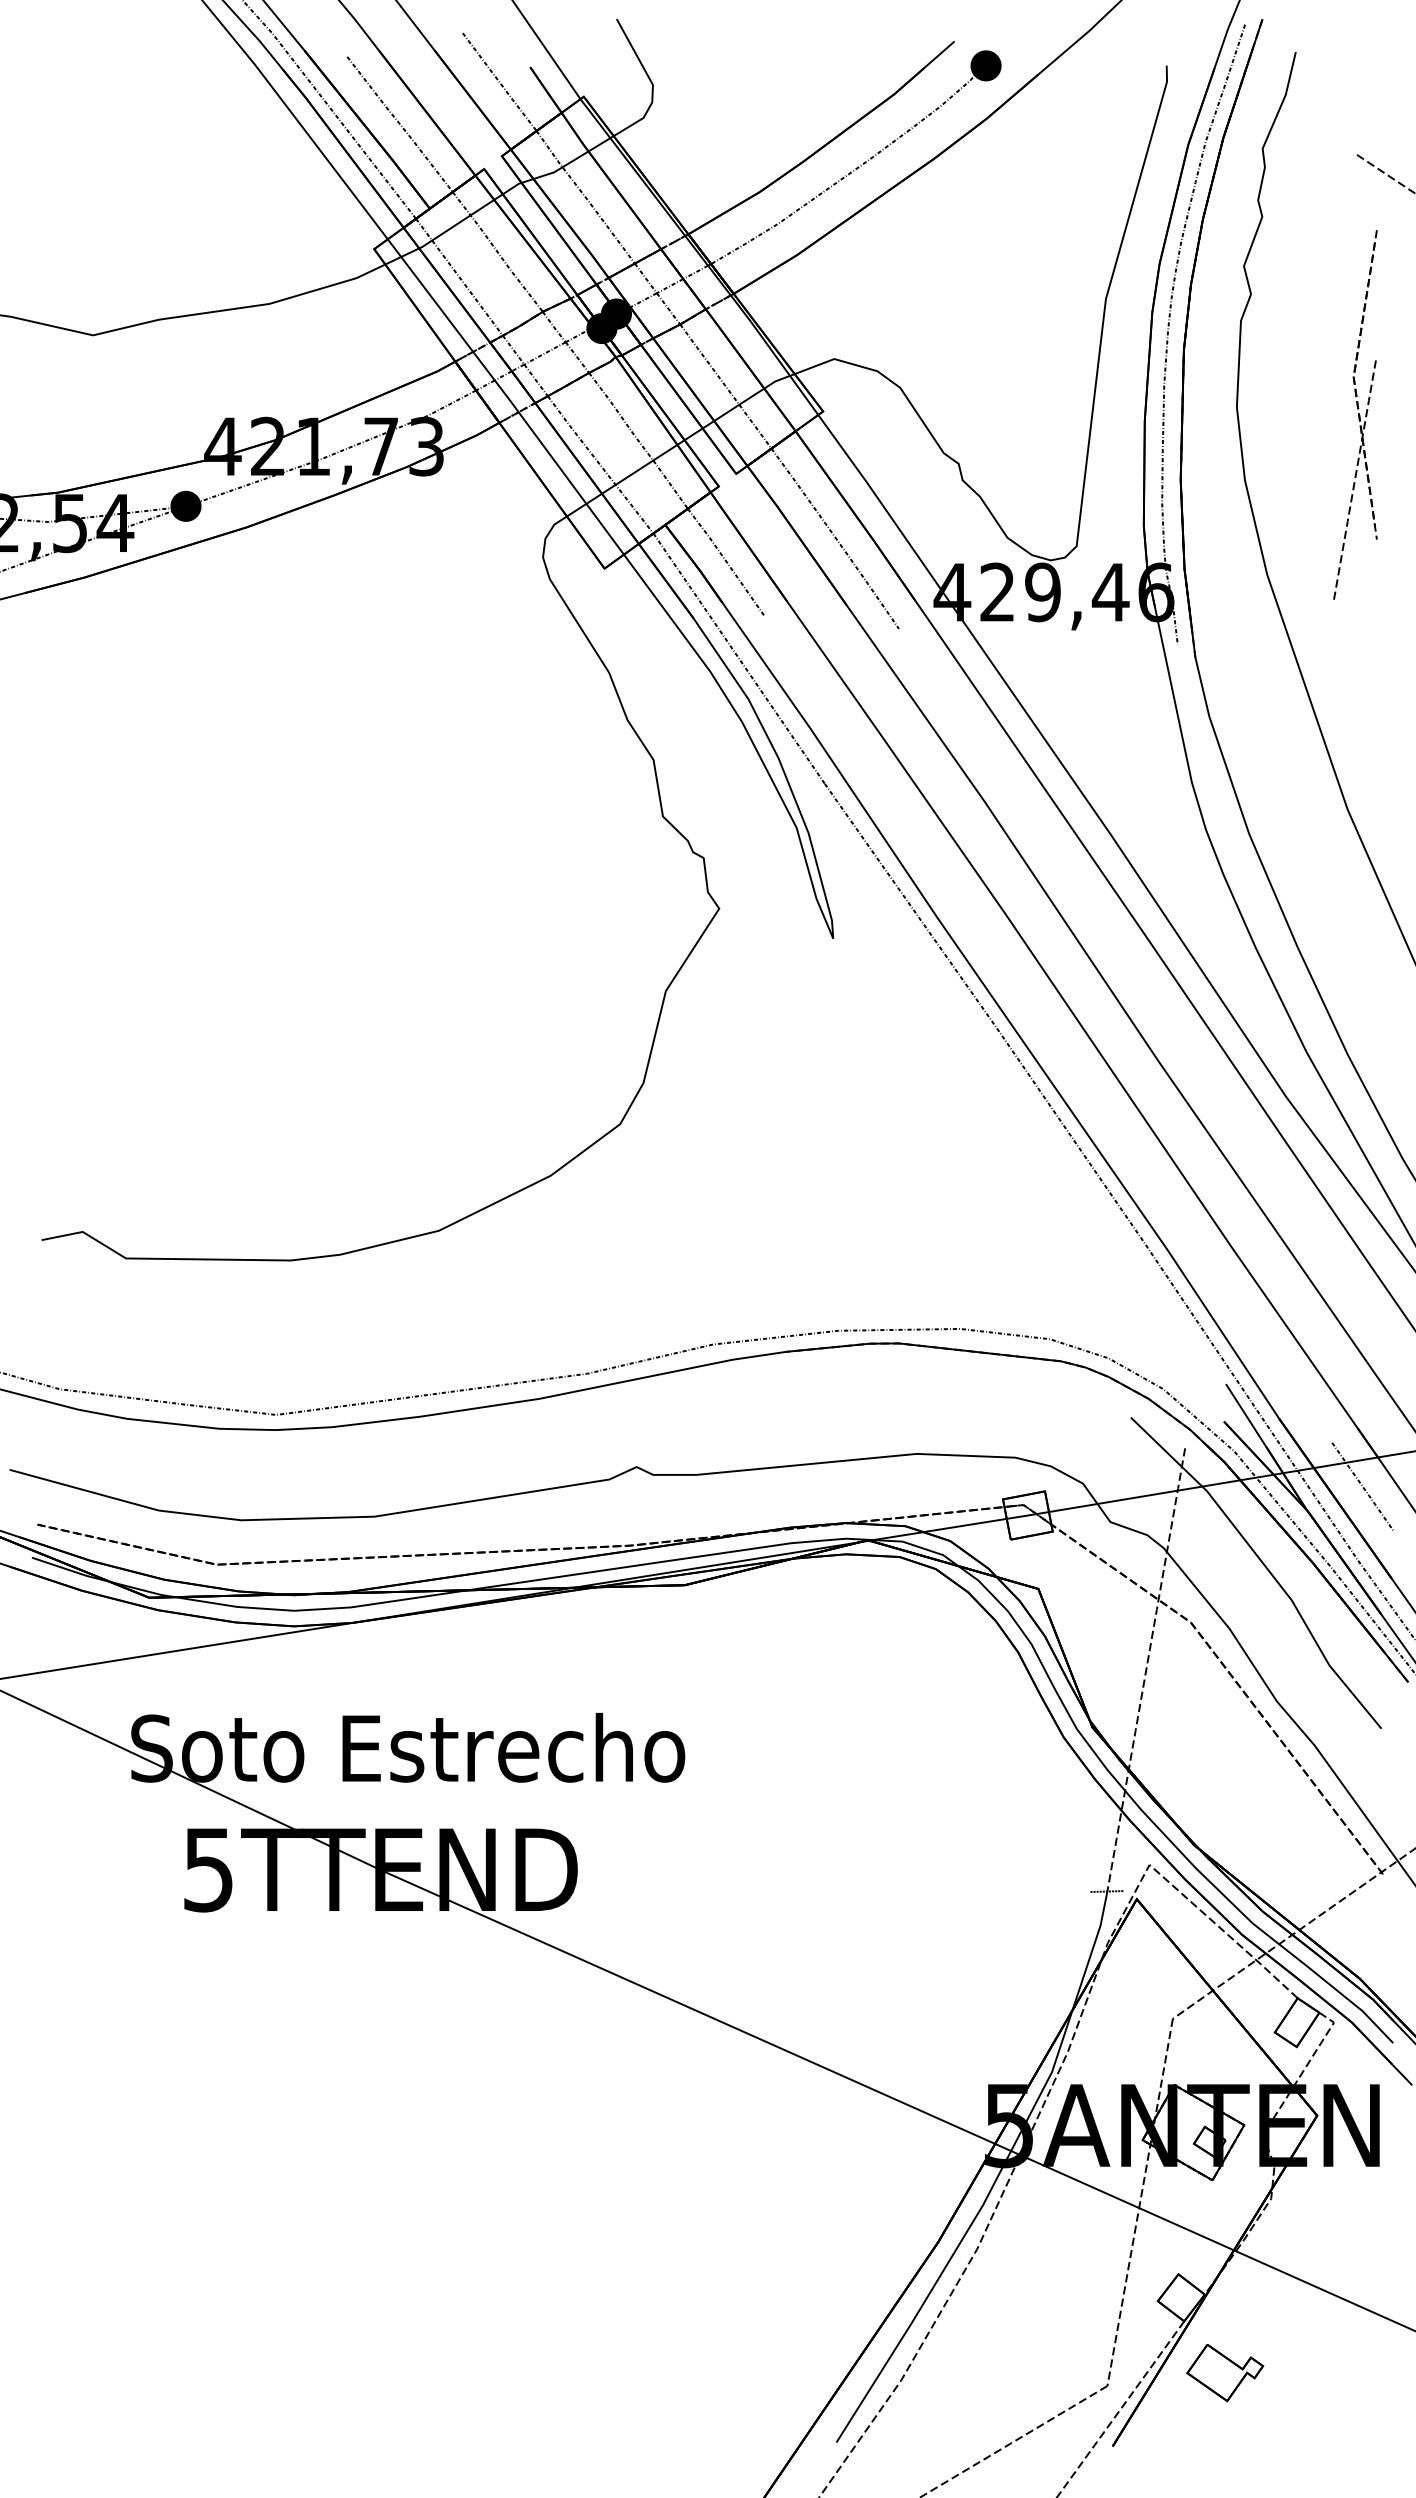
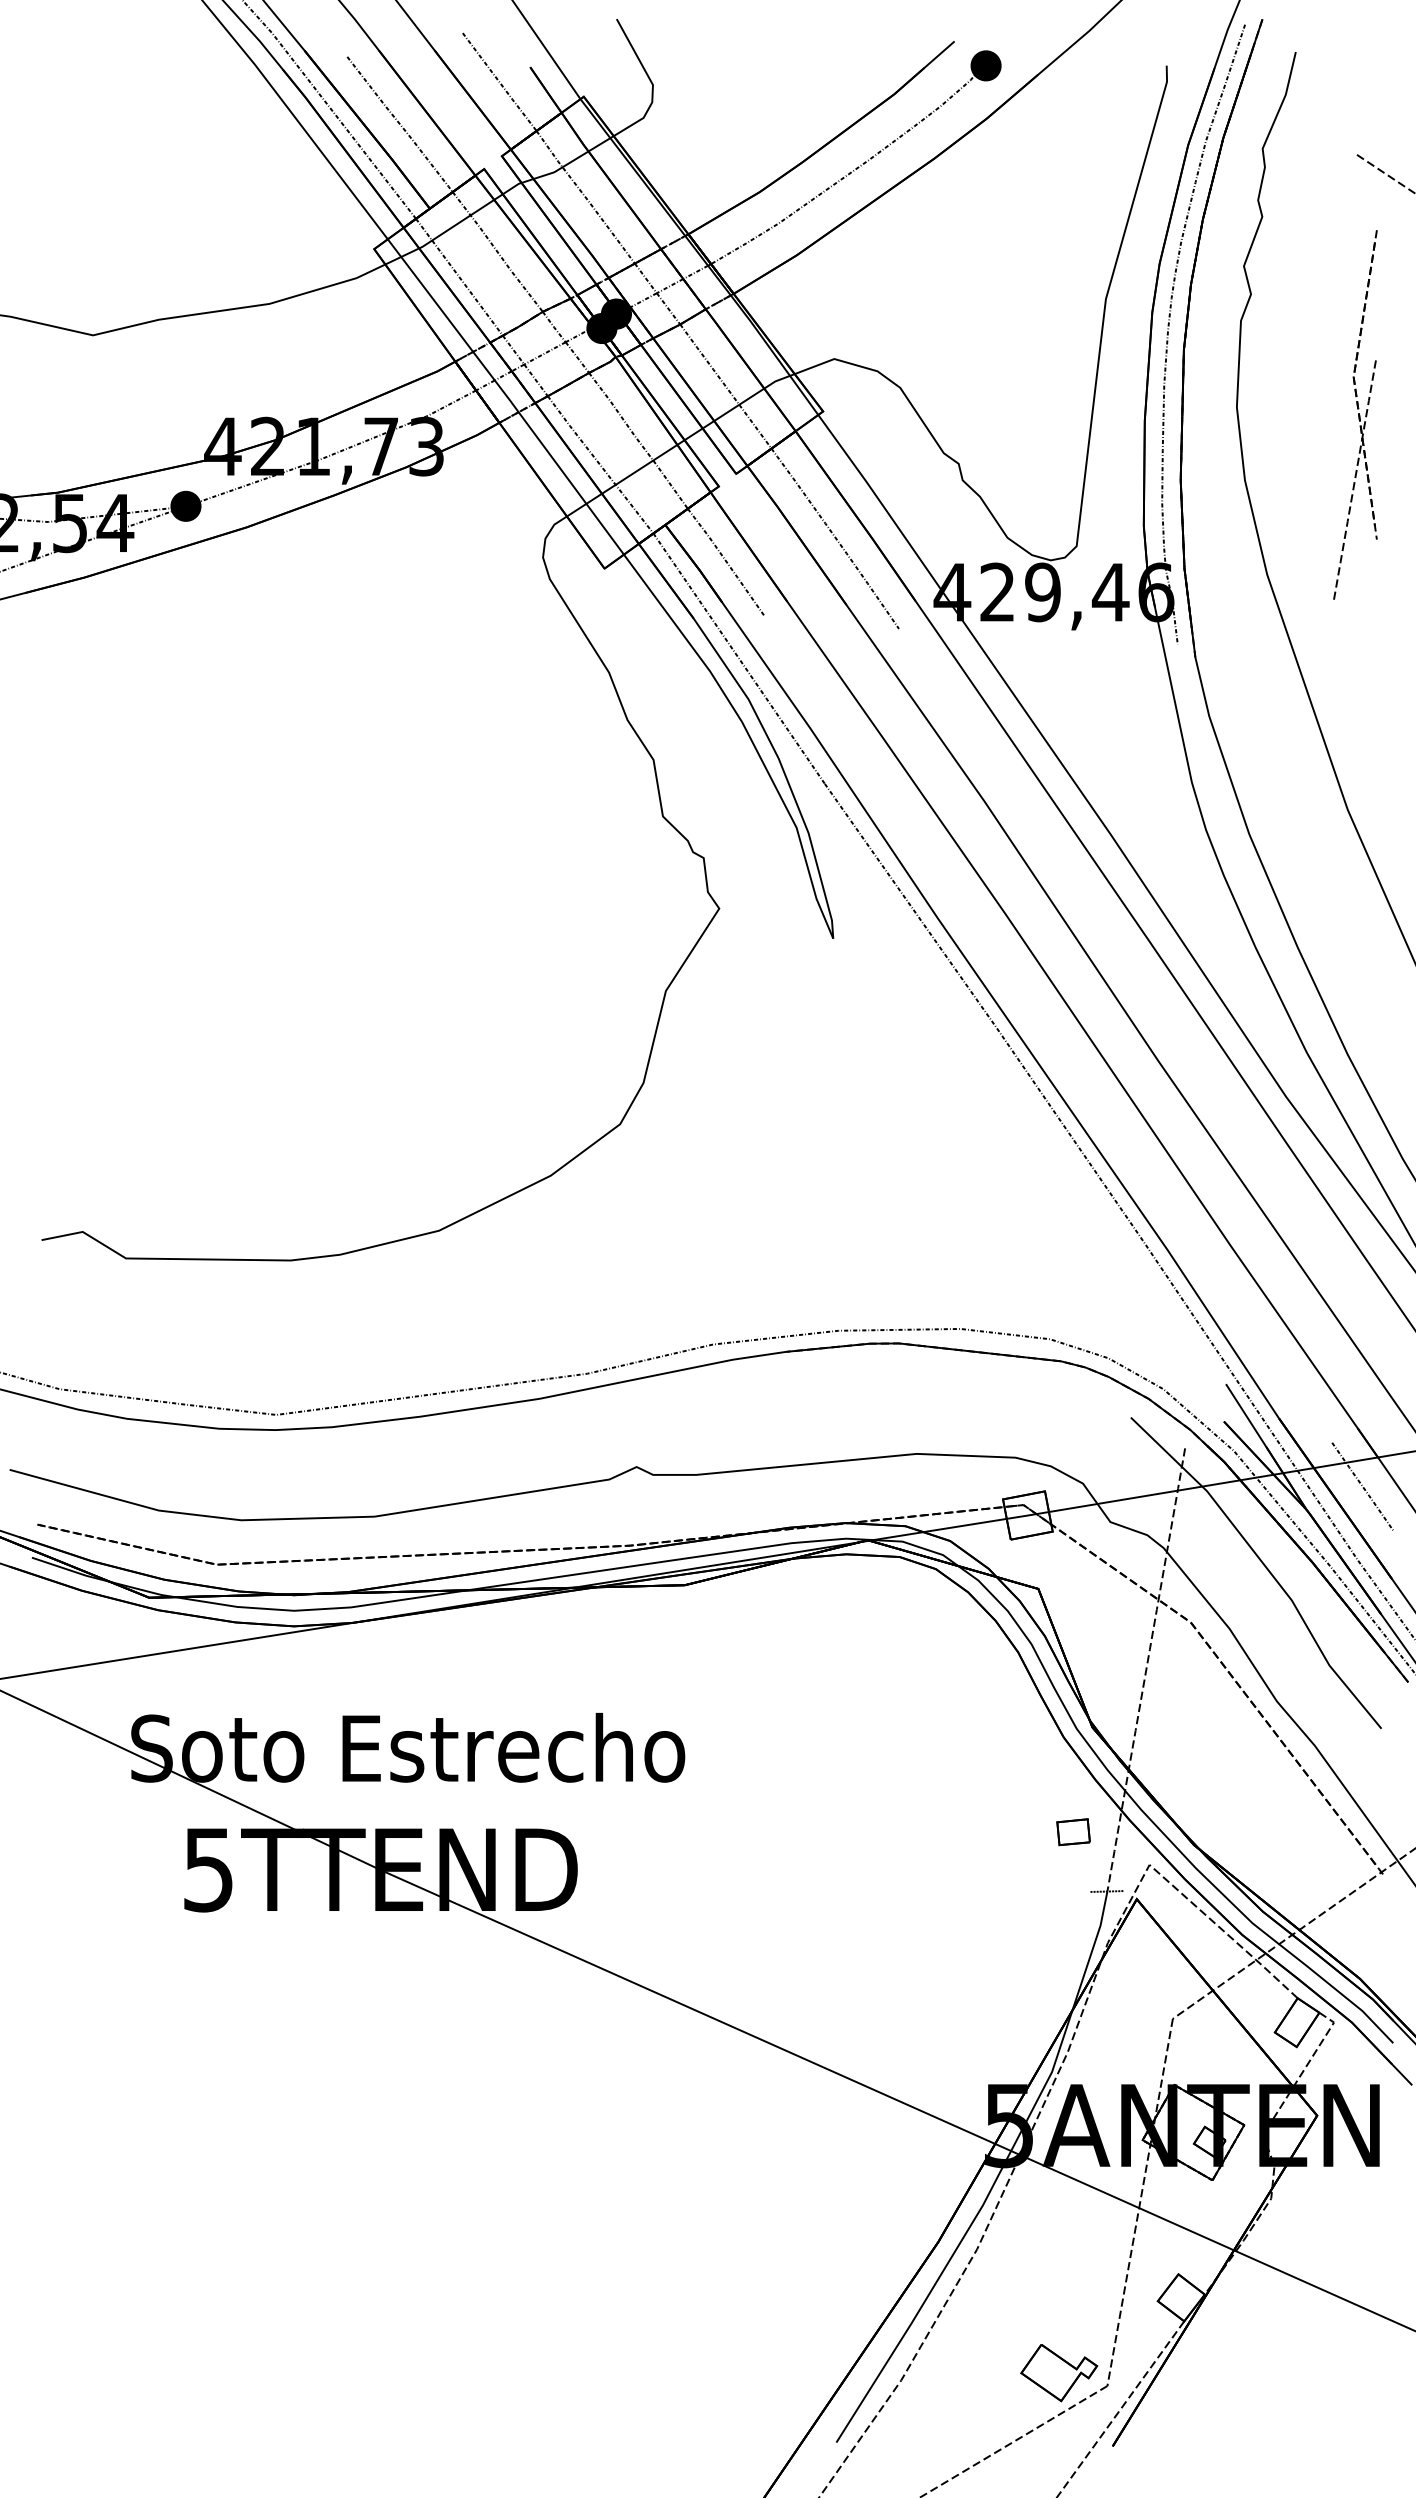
part at (1073, 1832): none -> present
part at (1225, 2373) position: (1225, 2373) -> (1059, 2373)
